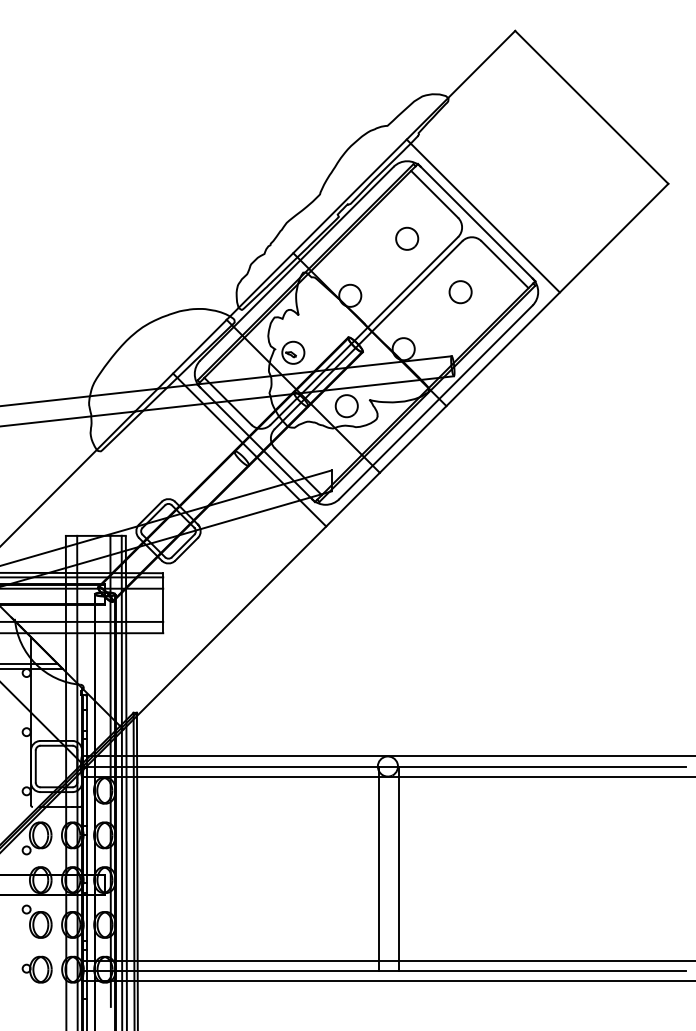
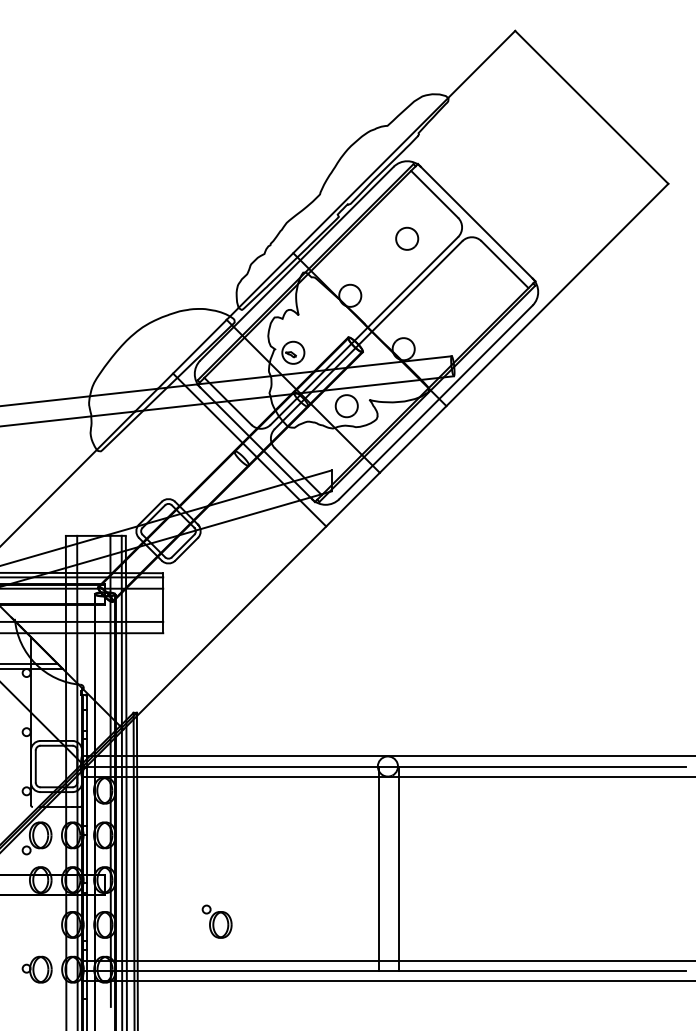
line at (482, 215): present -> none
part at (460, 292): present -> none
part at (36, 921) position: (36, 921) -> (216, 921)
